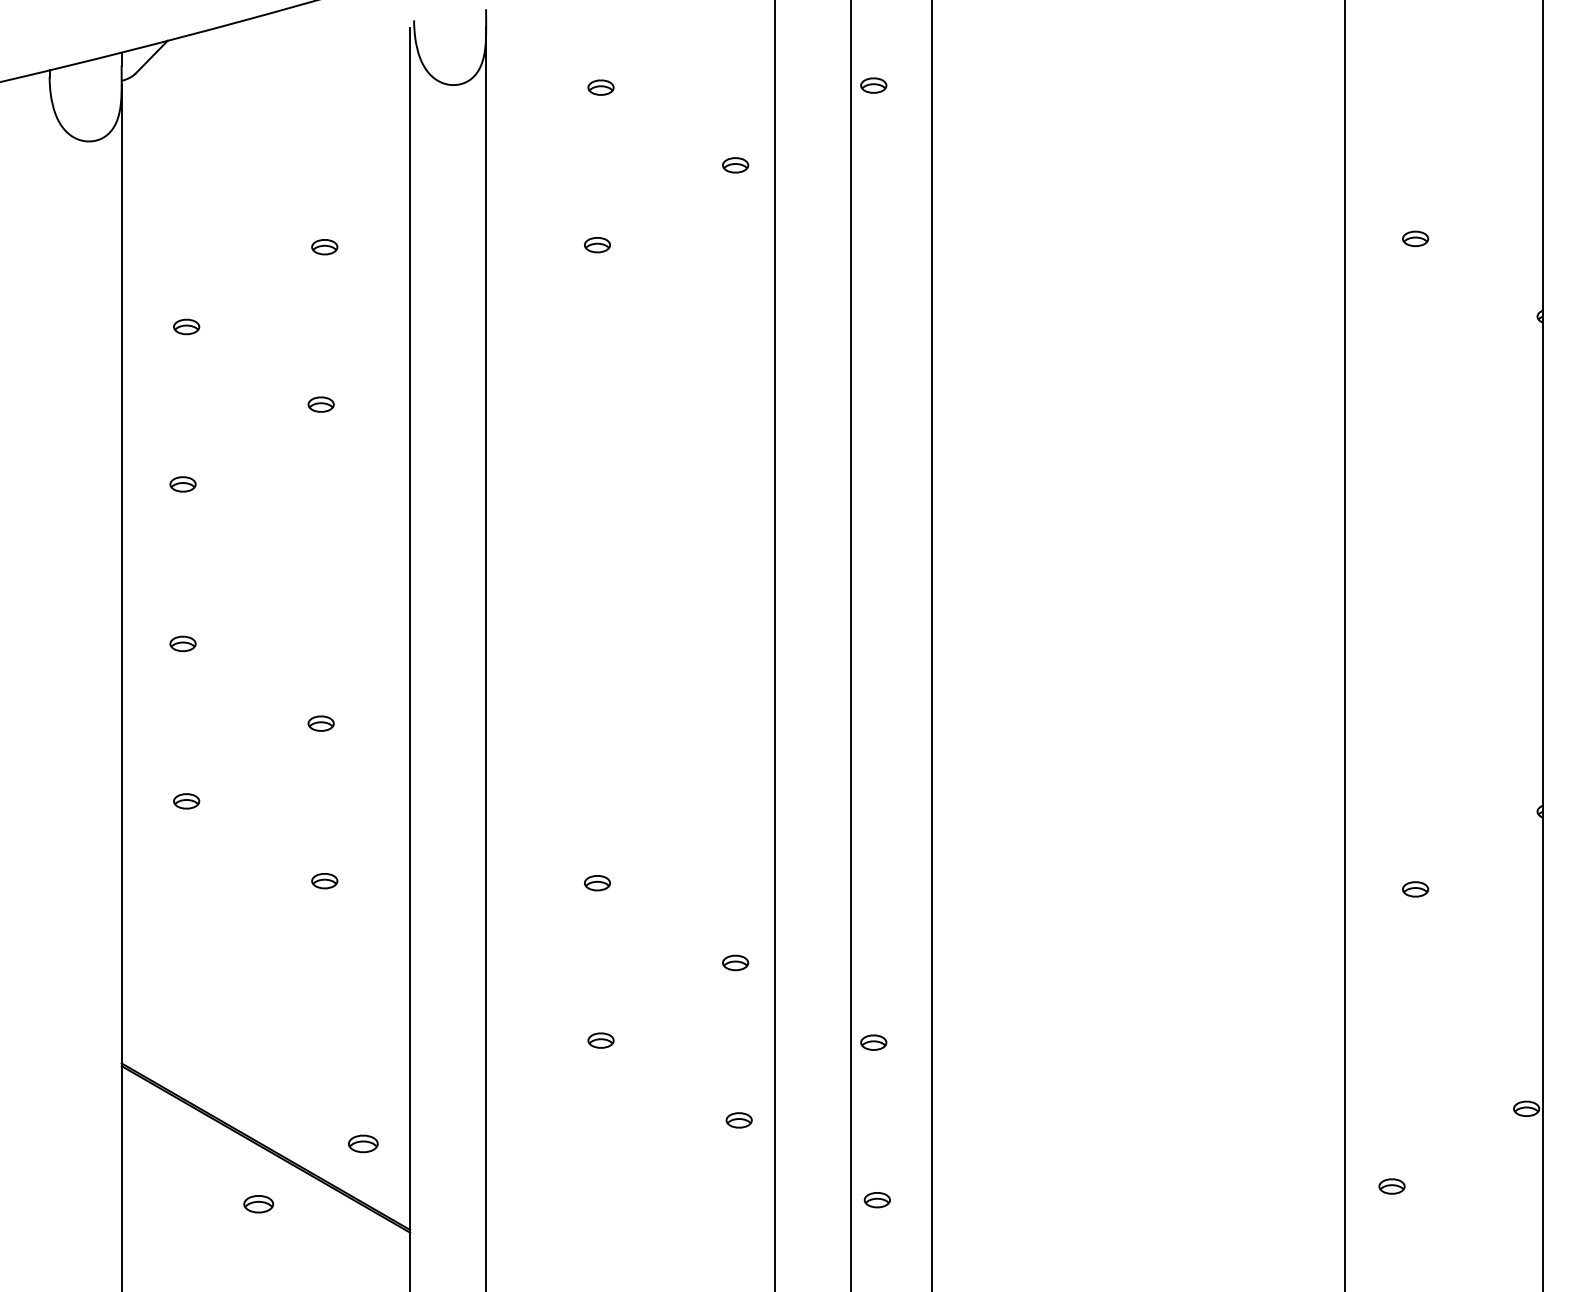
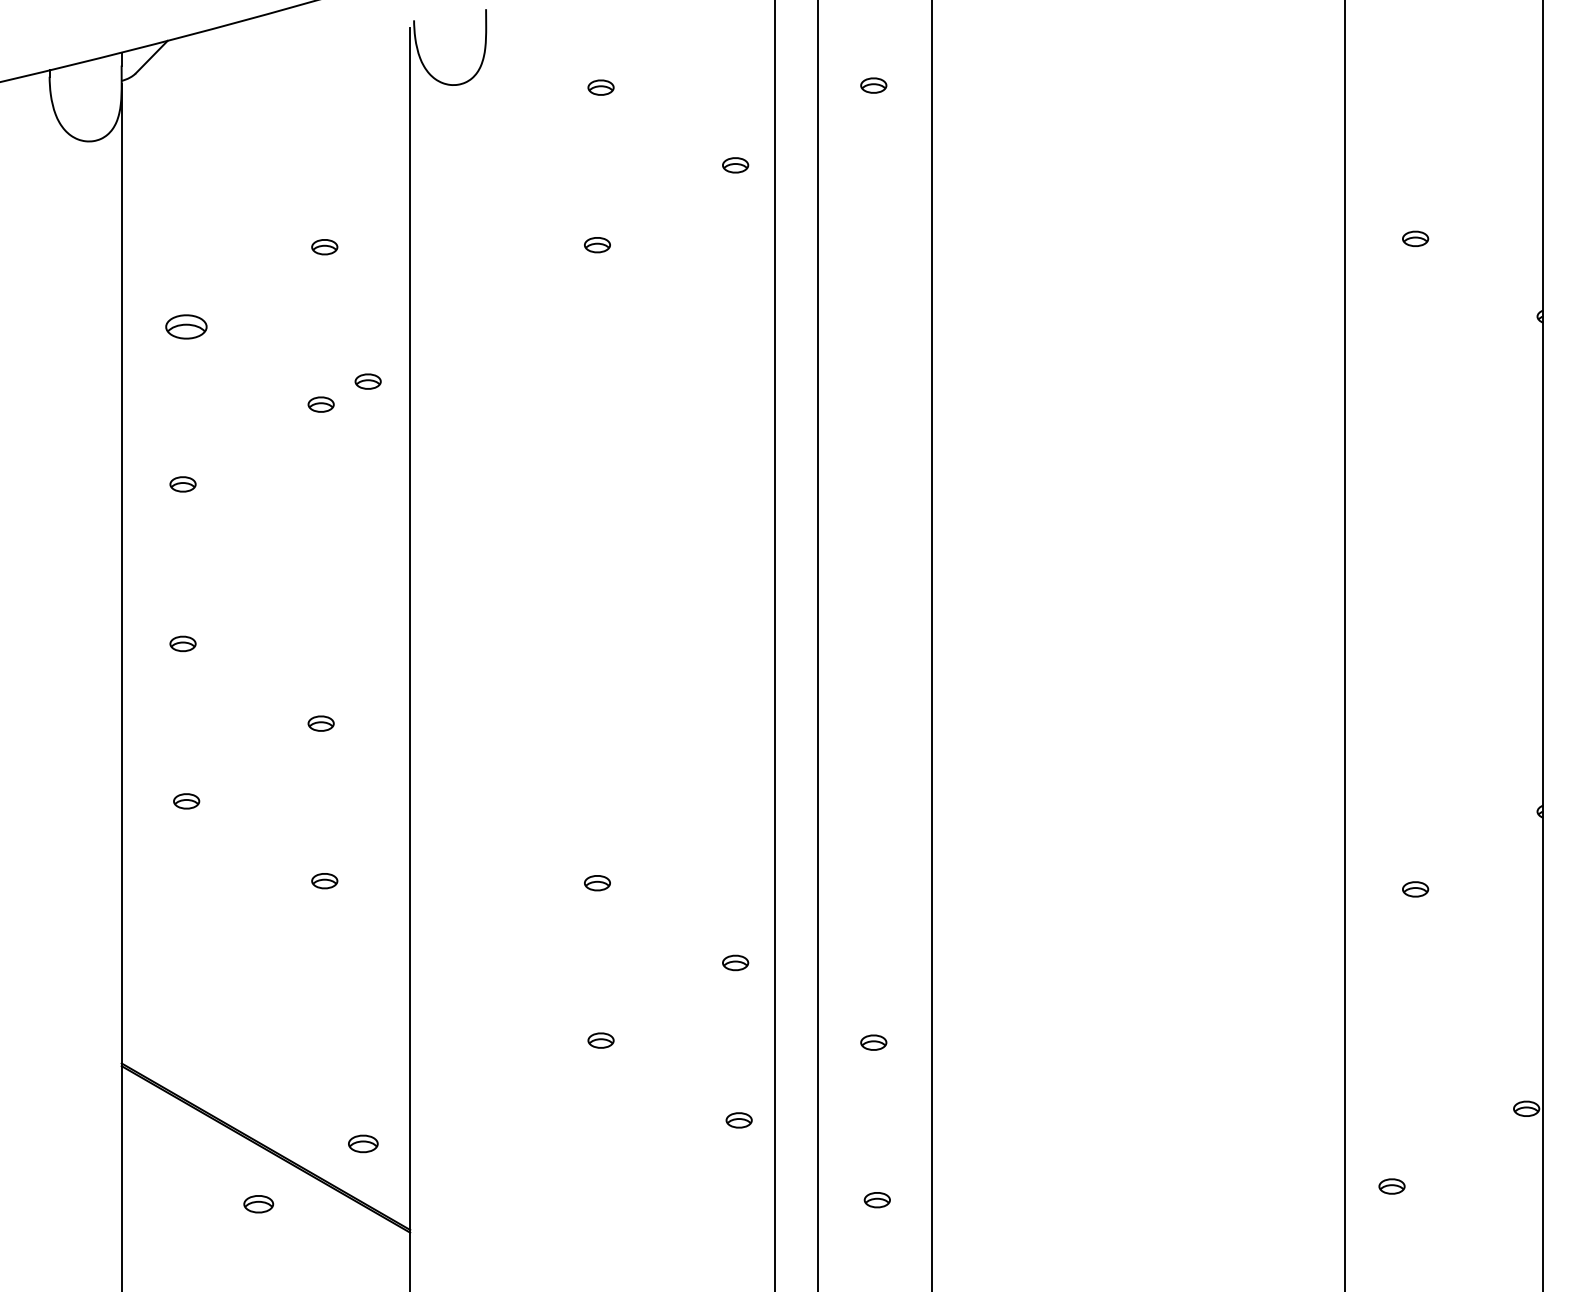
part at (186, 326) size: 28x18 px -> 43x26 px
part at (367, 381): none -> present
line at (850, 645) position: (850, 645) -> (817, 645)
line at (486, 657): present -> none
